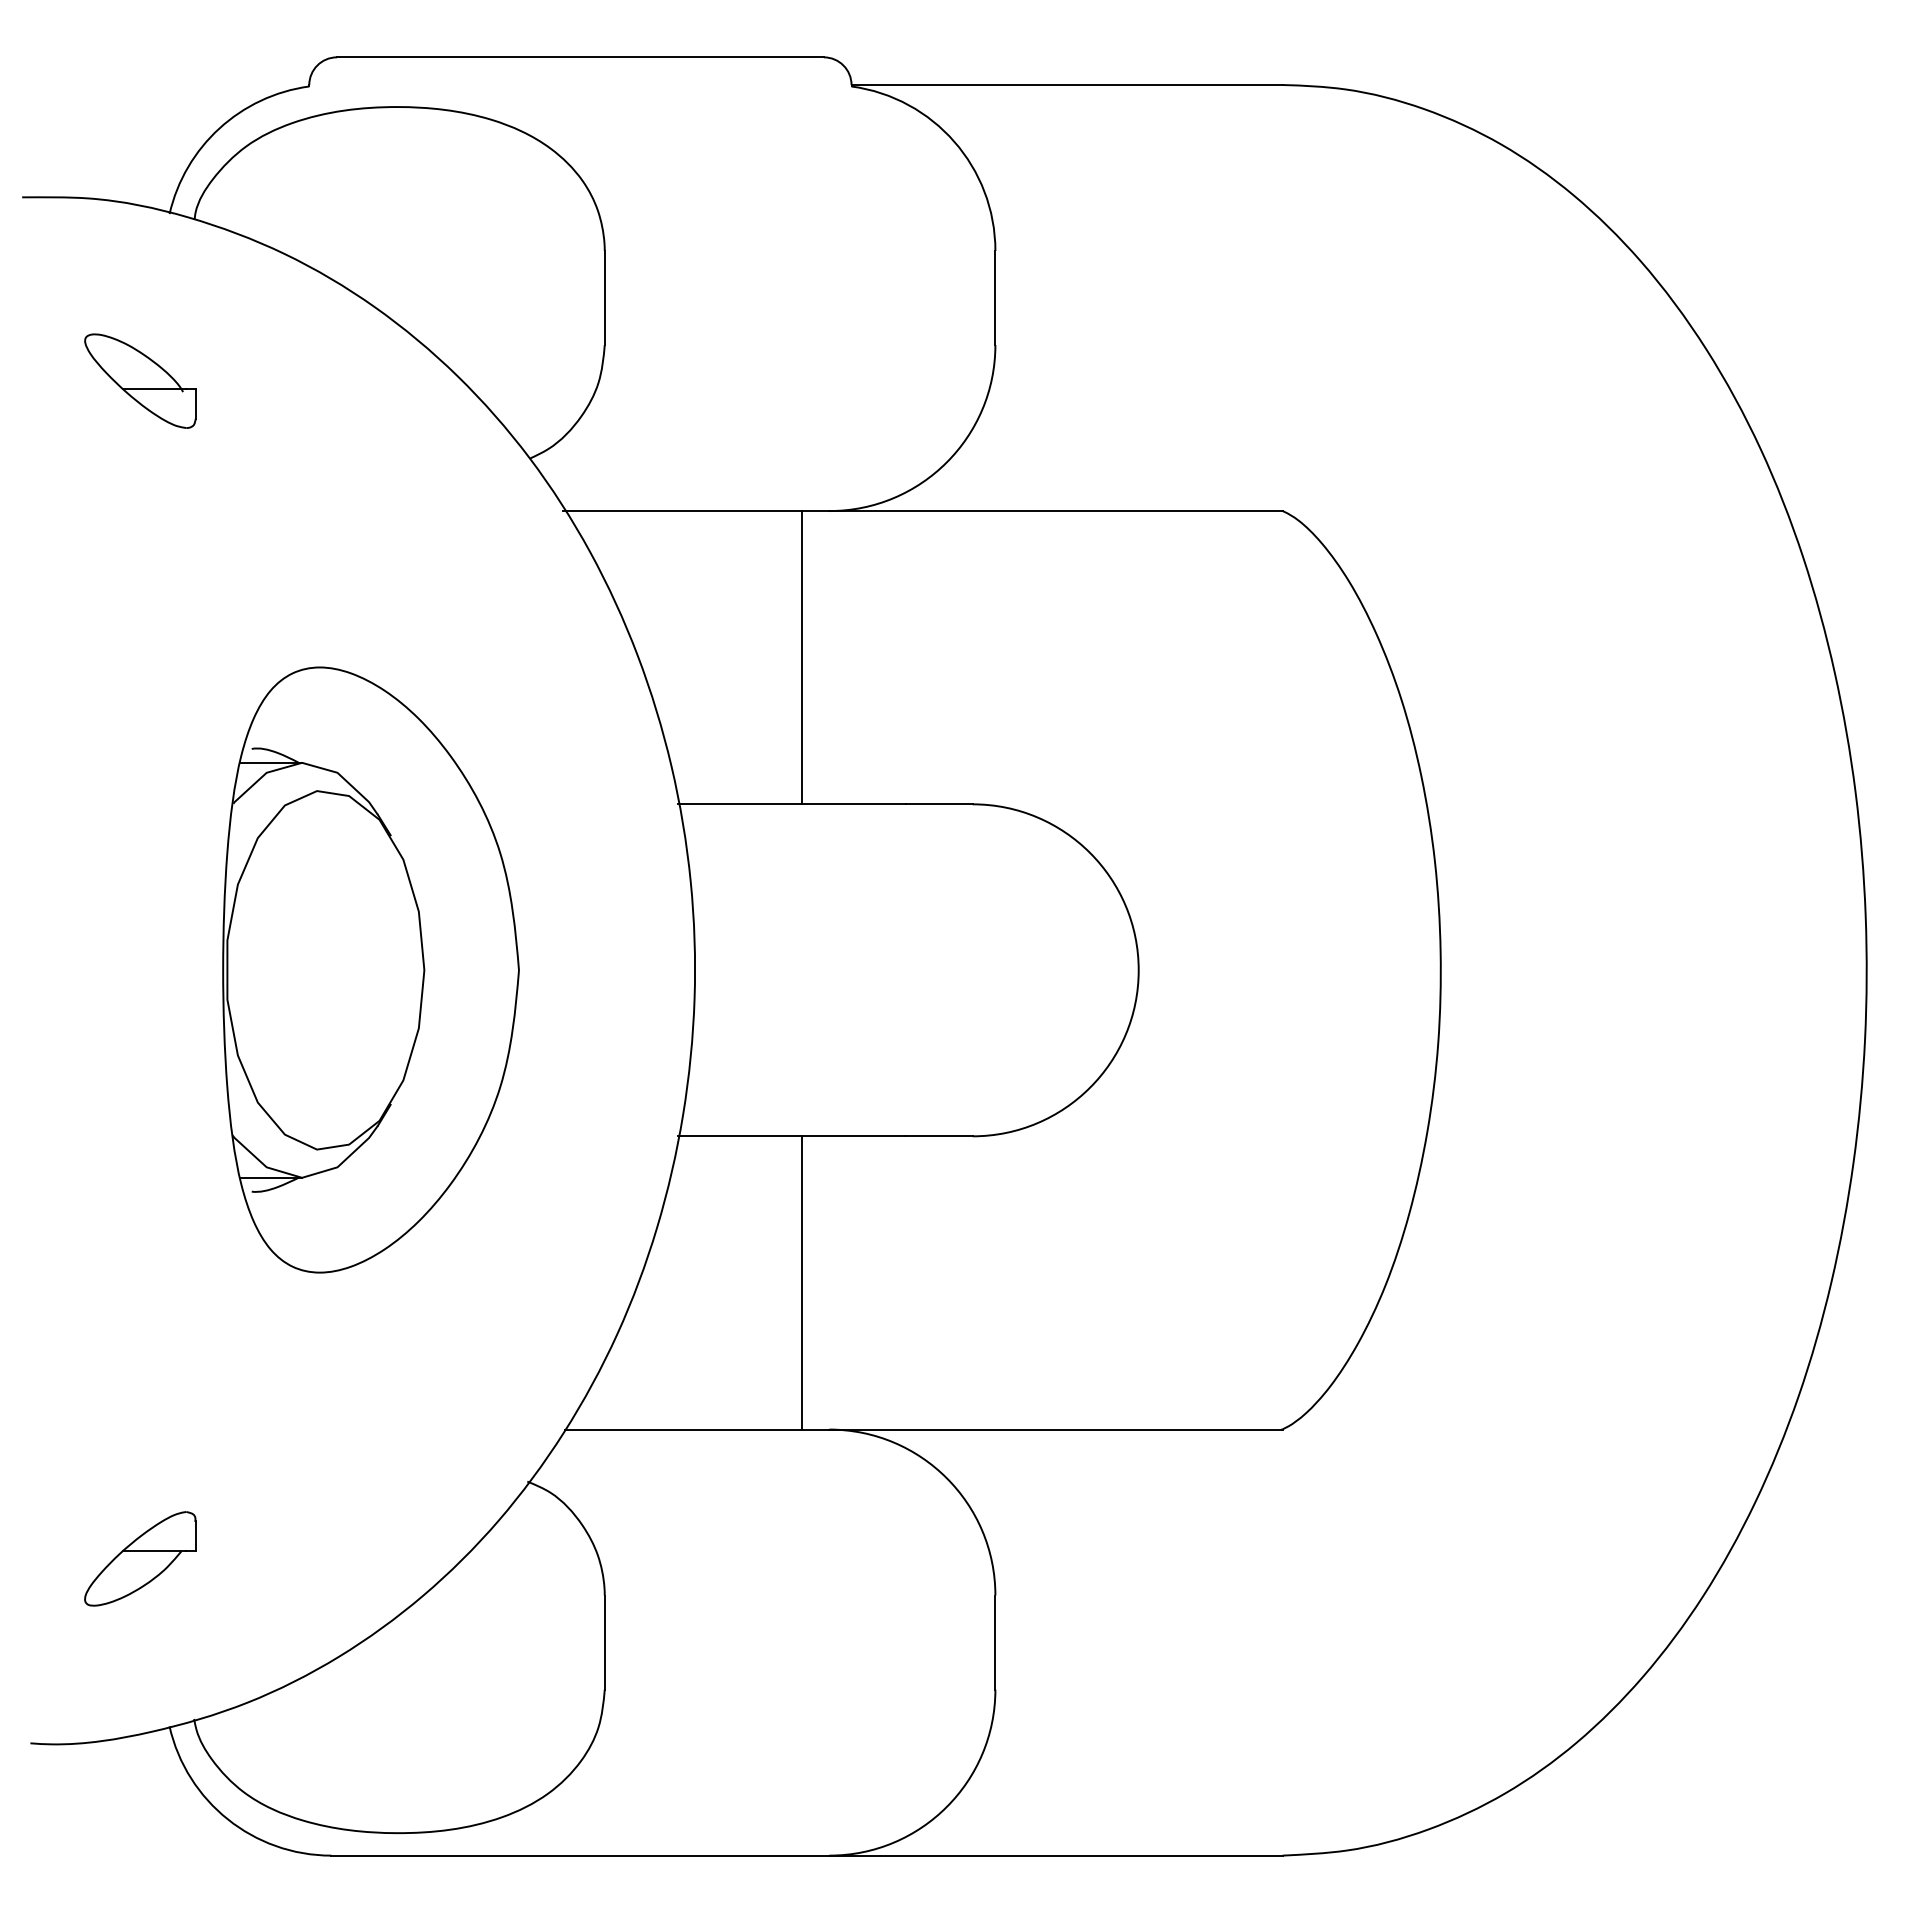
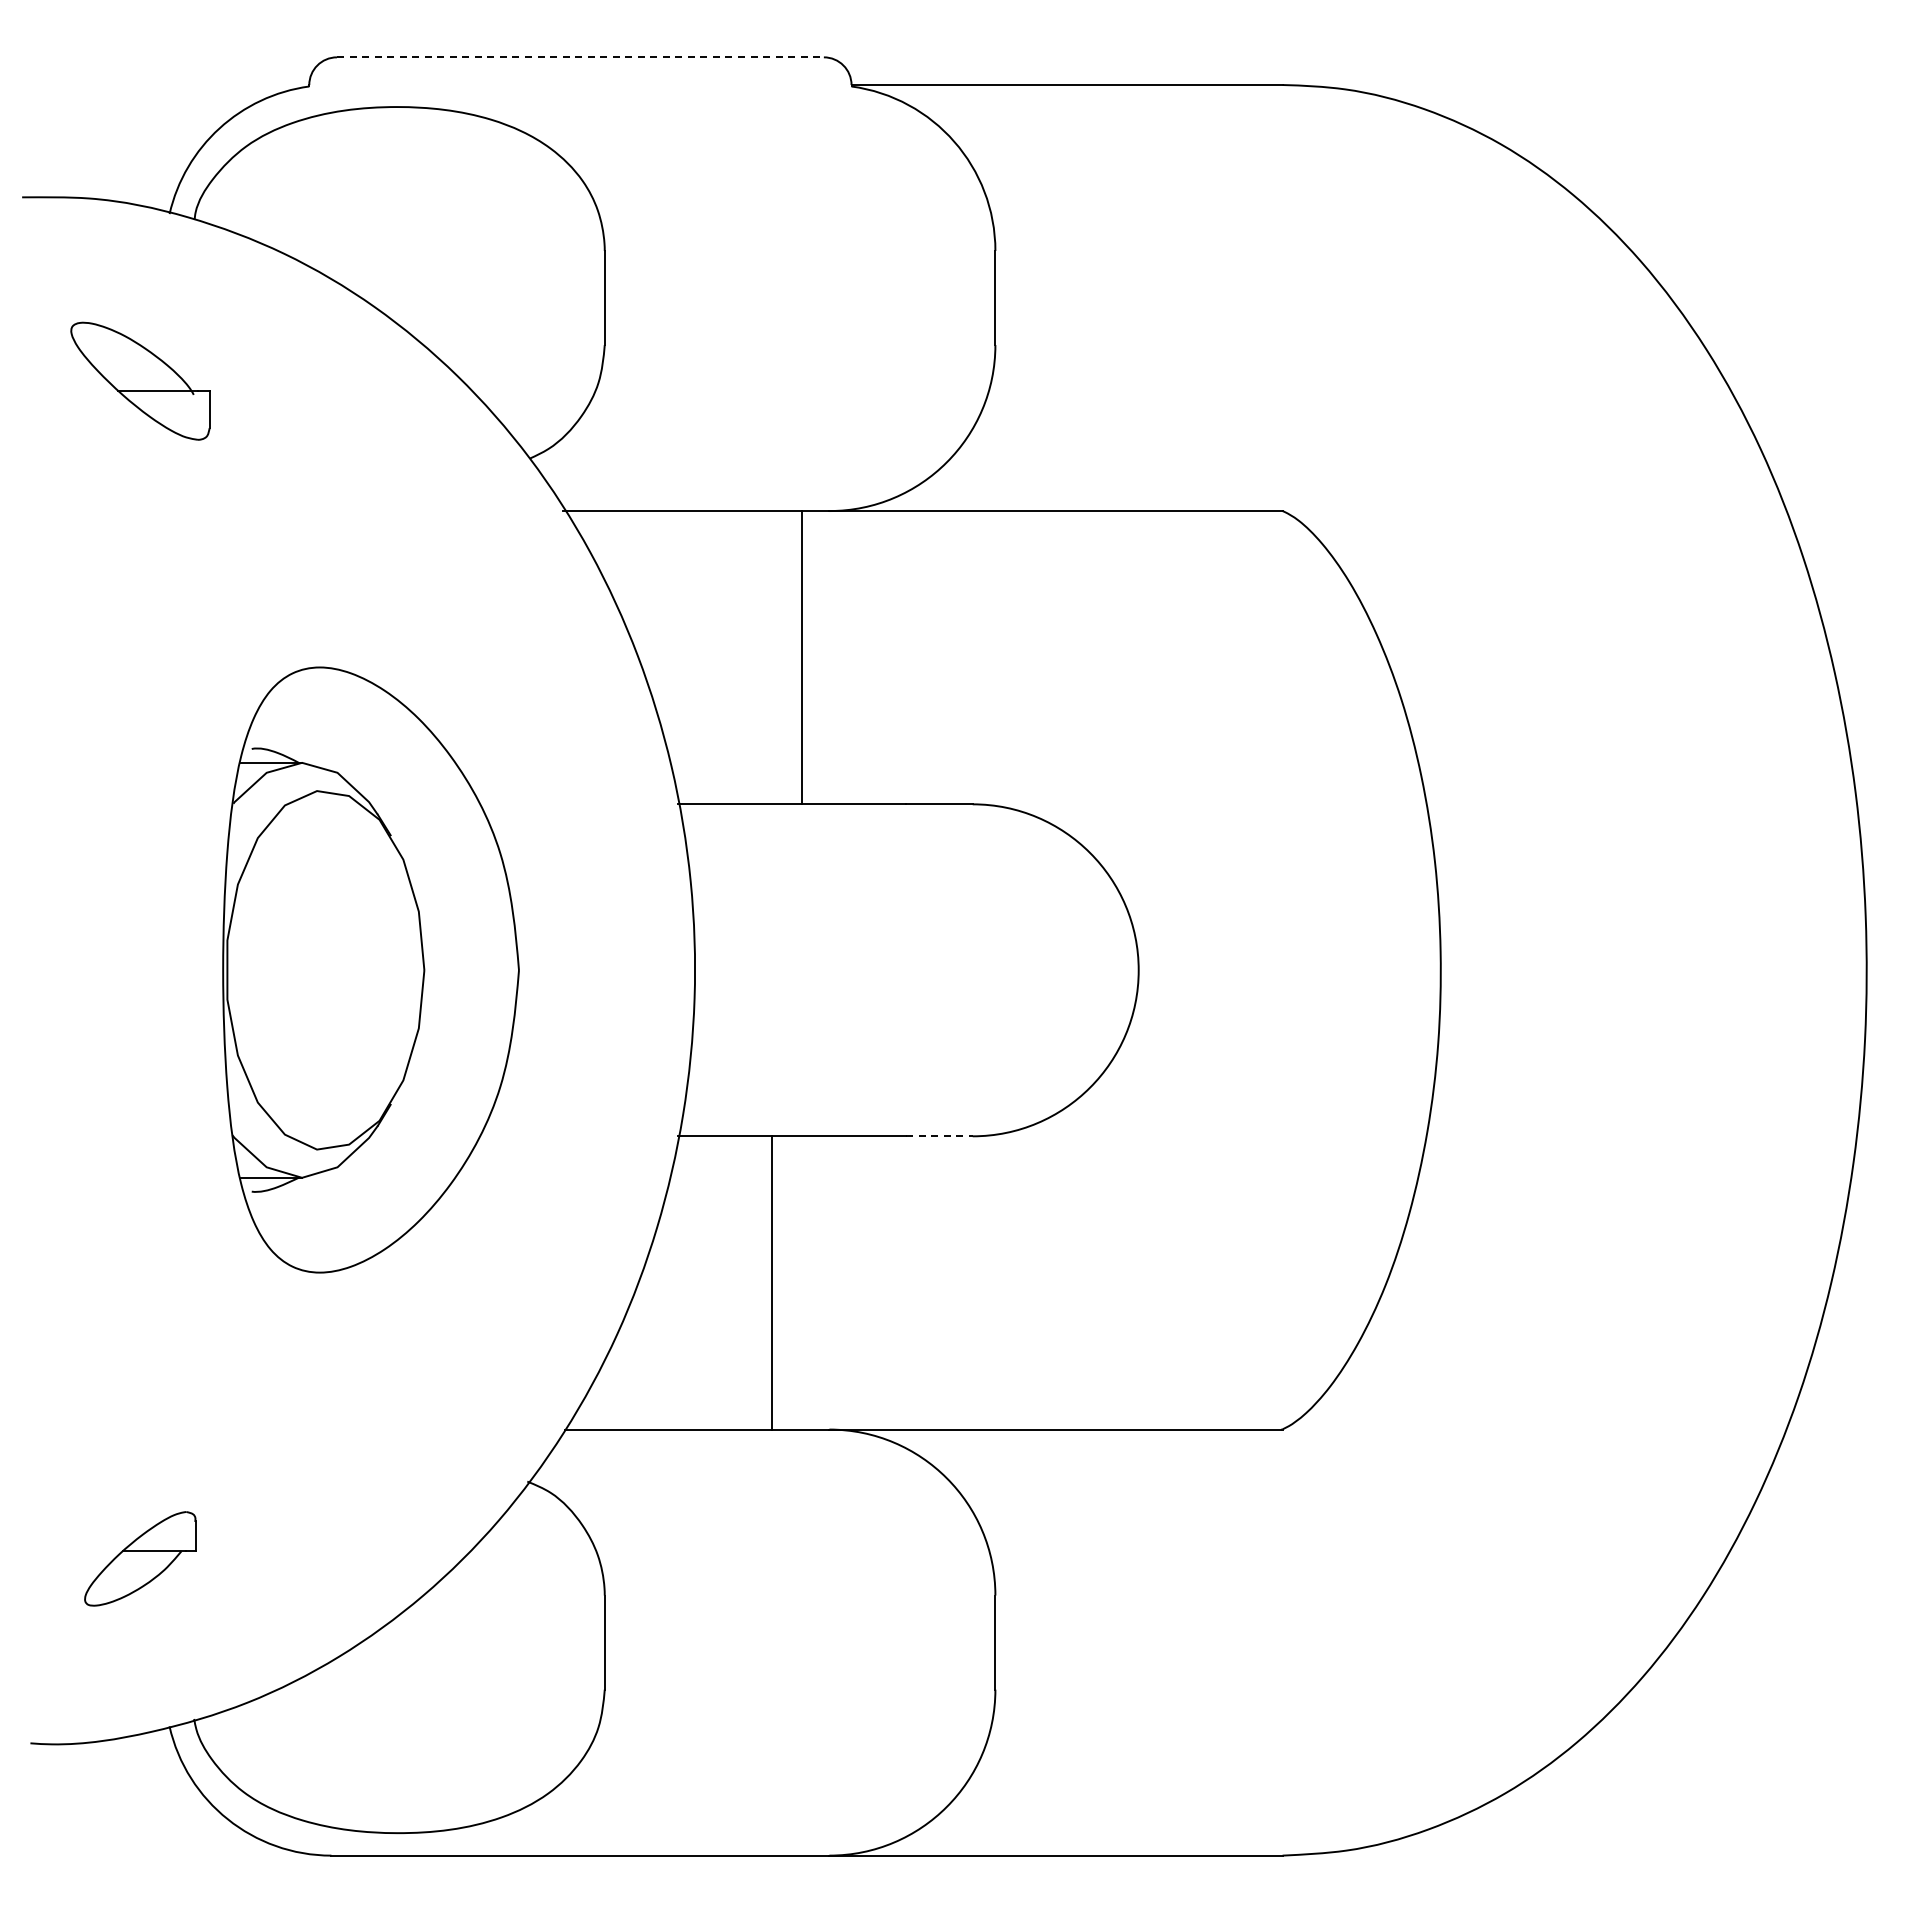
line at (580, 57): solid -> dashed
part at (140, 380) size: 113x96 px -> 141x120 px
line at (940, 1136): solid -> dashed
line at (801, 1282) position: (801, 1282) -> (771, 1282)
